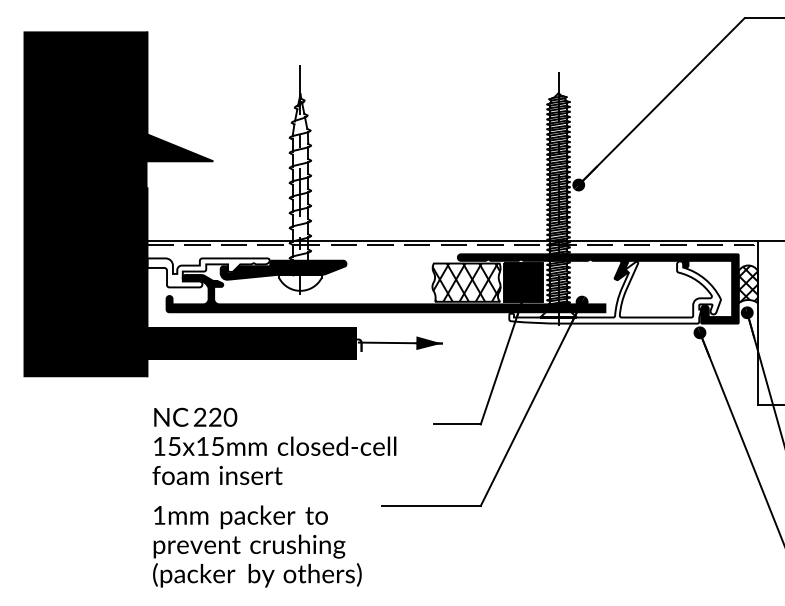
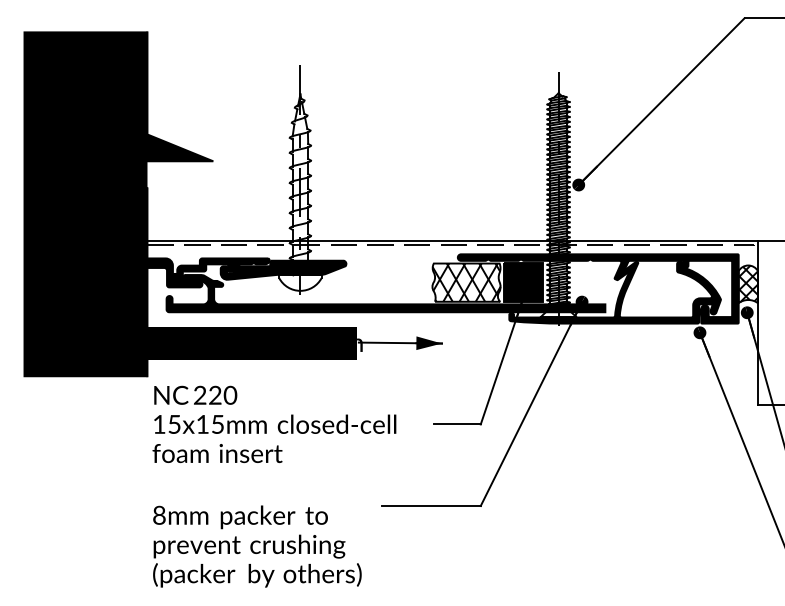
fill at (208, 272): none -> present
fill at (614, 292): none -> present
text at (274, 446) position: (274, 446) -> (274, 424)
text at (159, 514): 1mm -> 8mm
